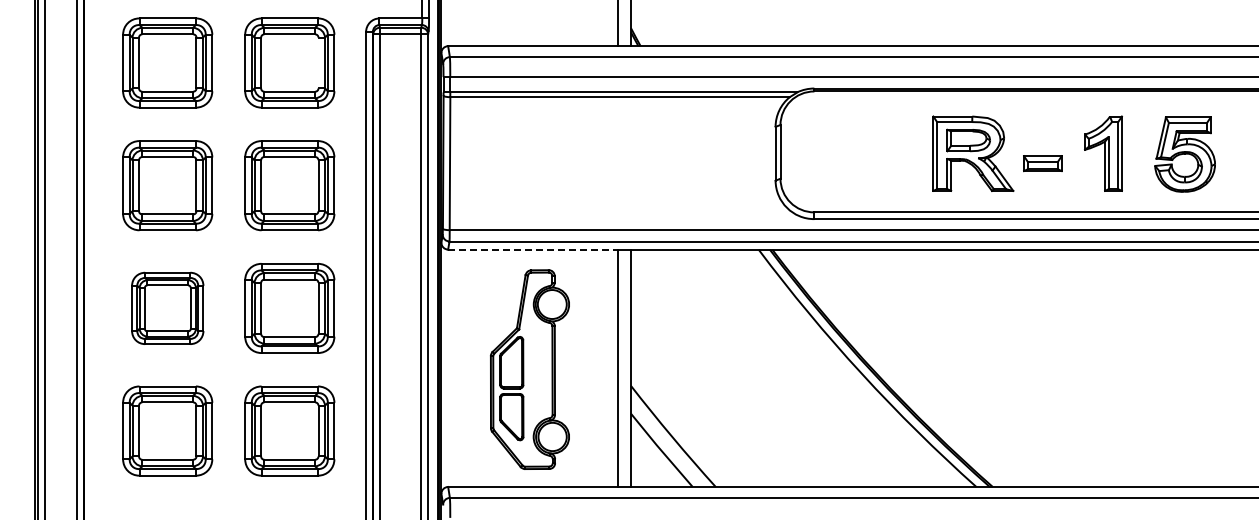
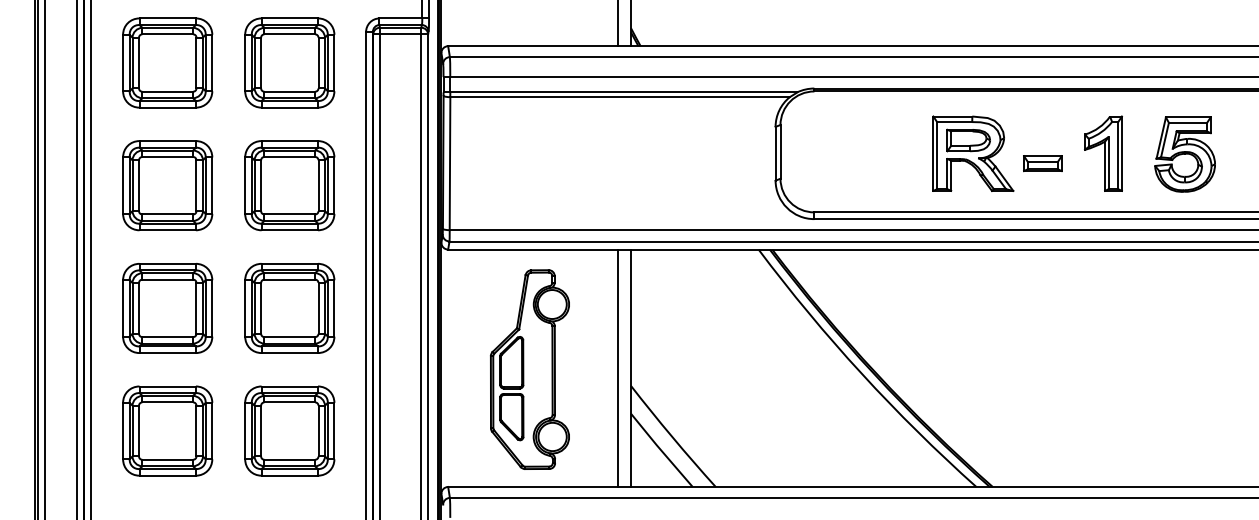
line at (318, 62): none -> present
line at (532, 249): dashed -> solid
line at (90, 259): none -> present
part at (167, 307) size: 74x74 px -> 92x91 px
